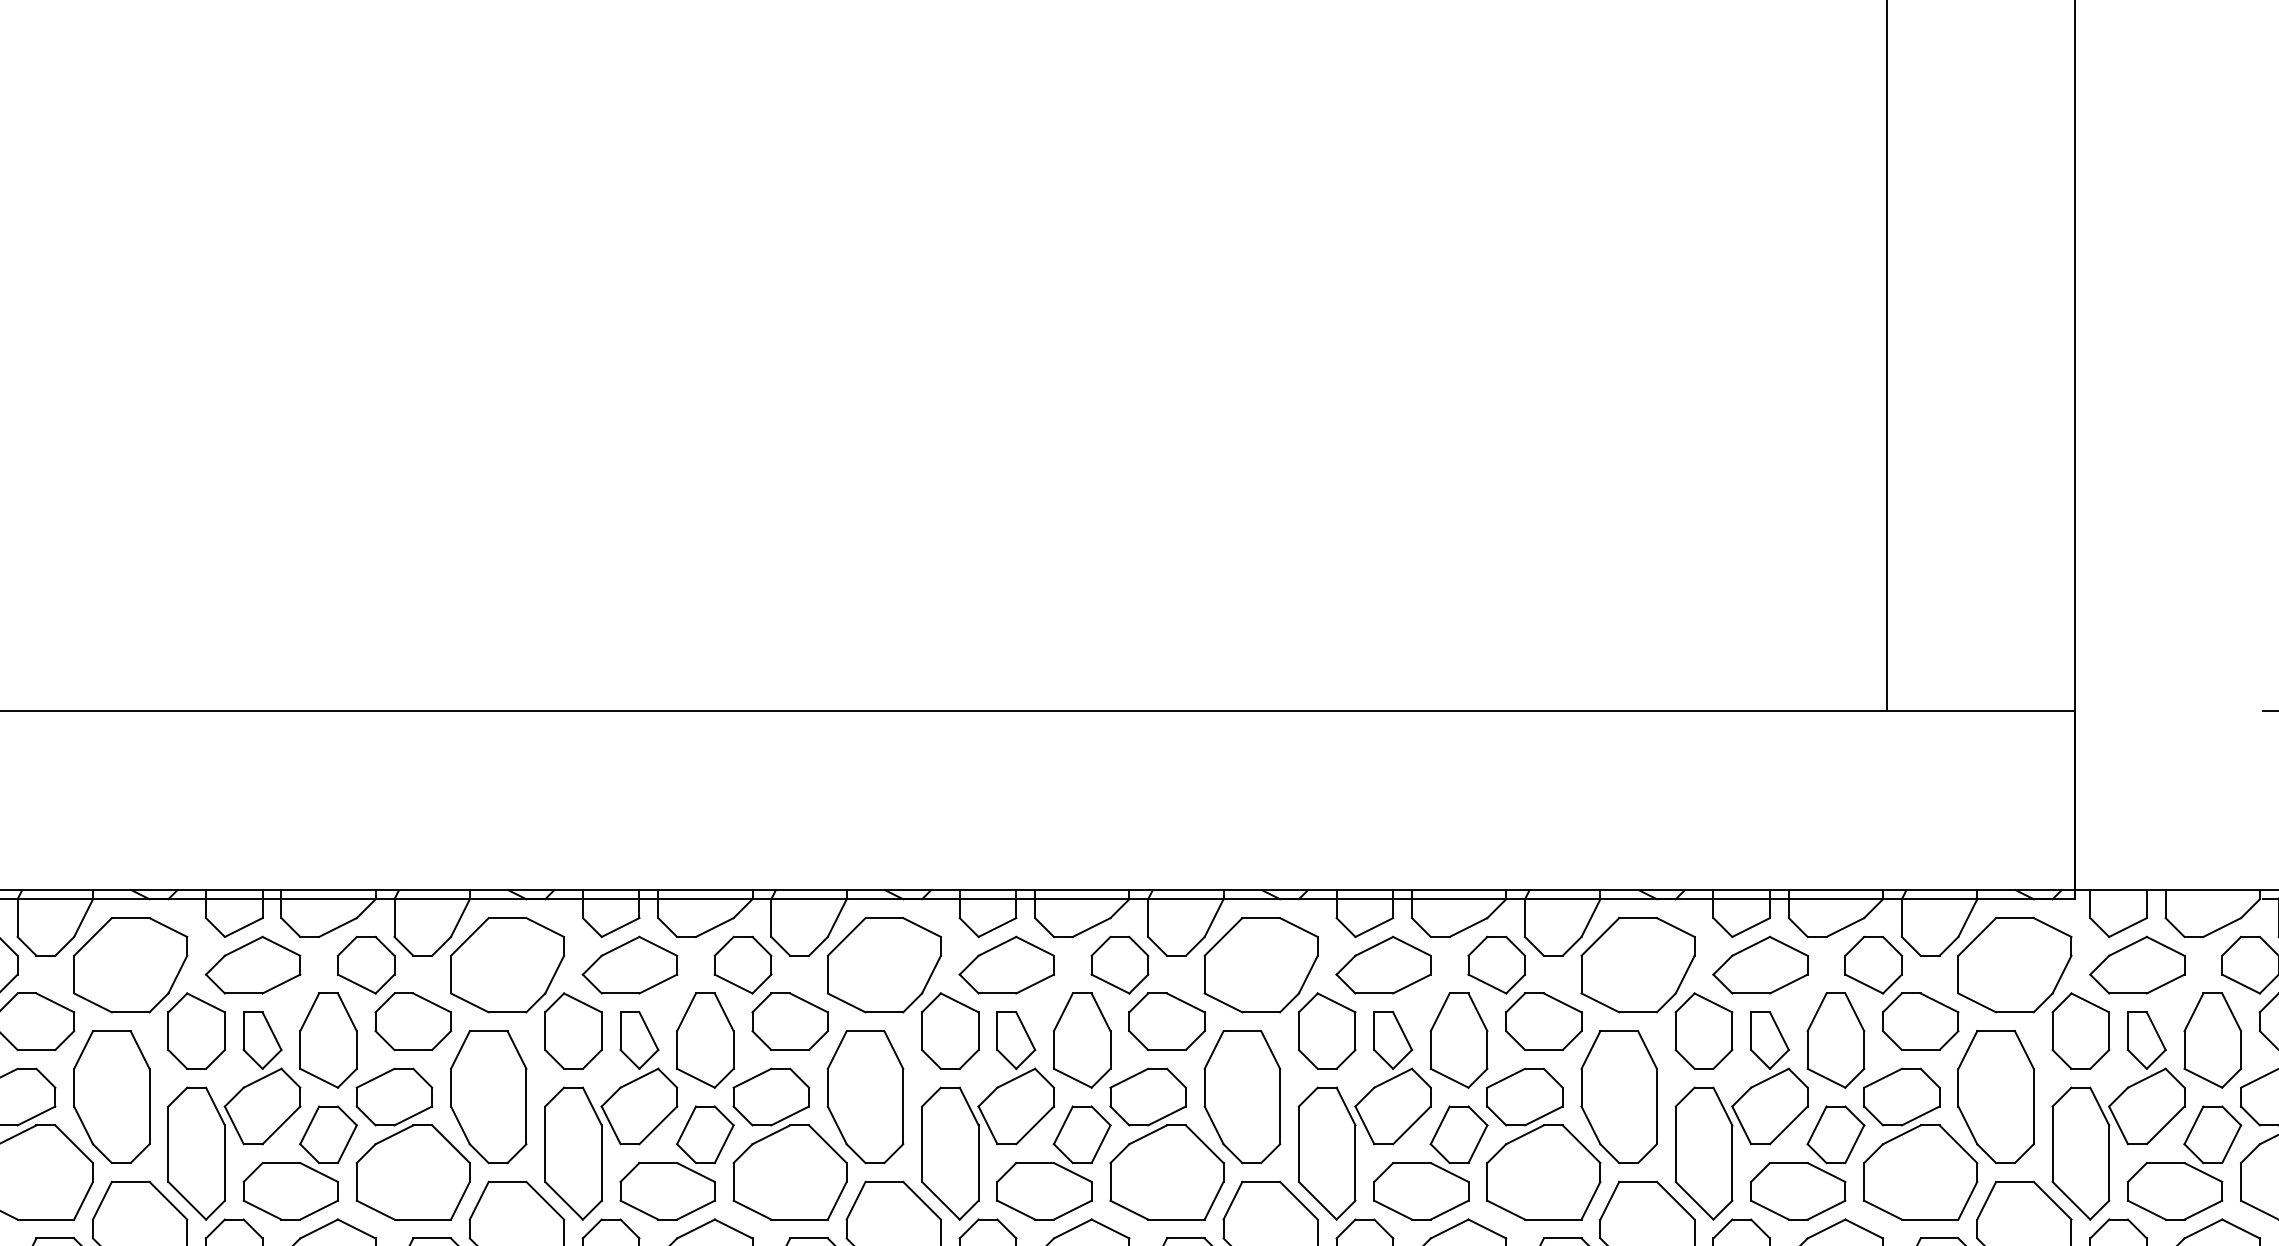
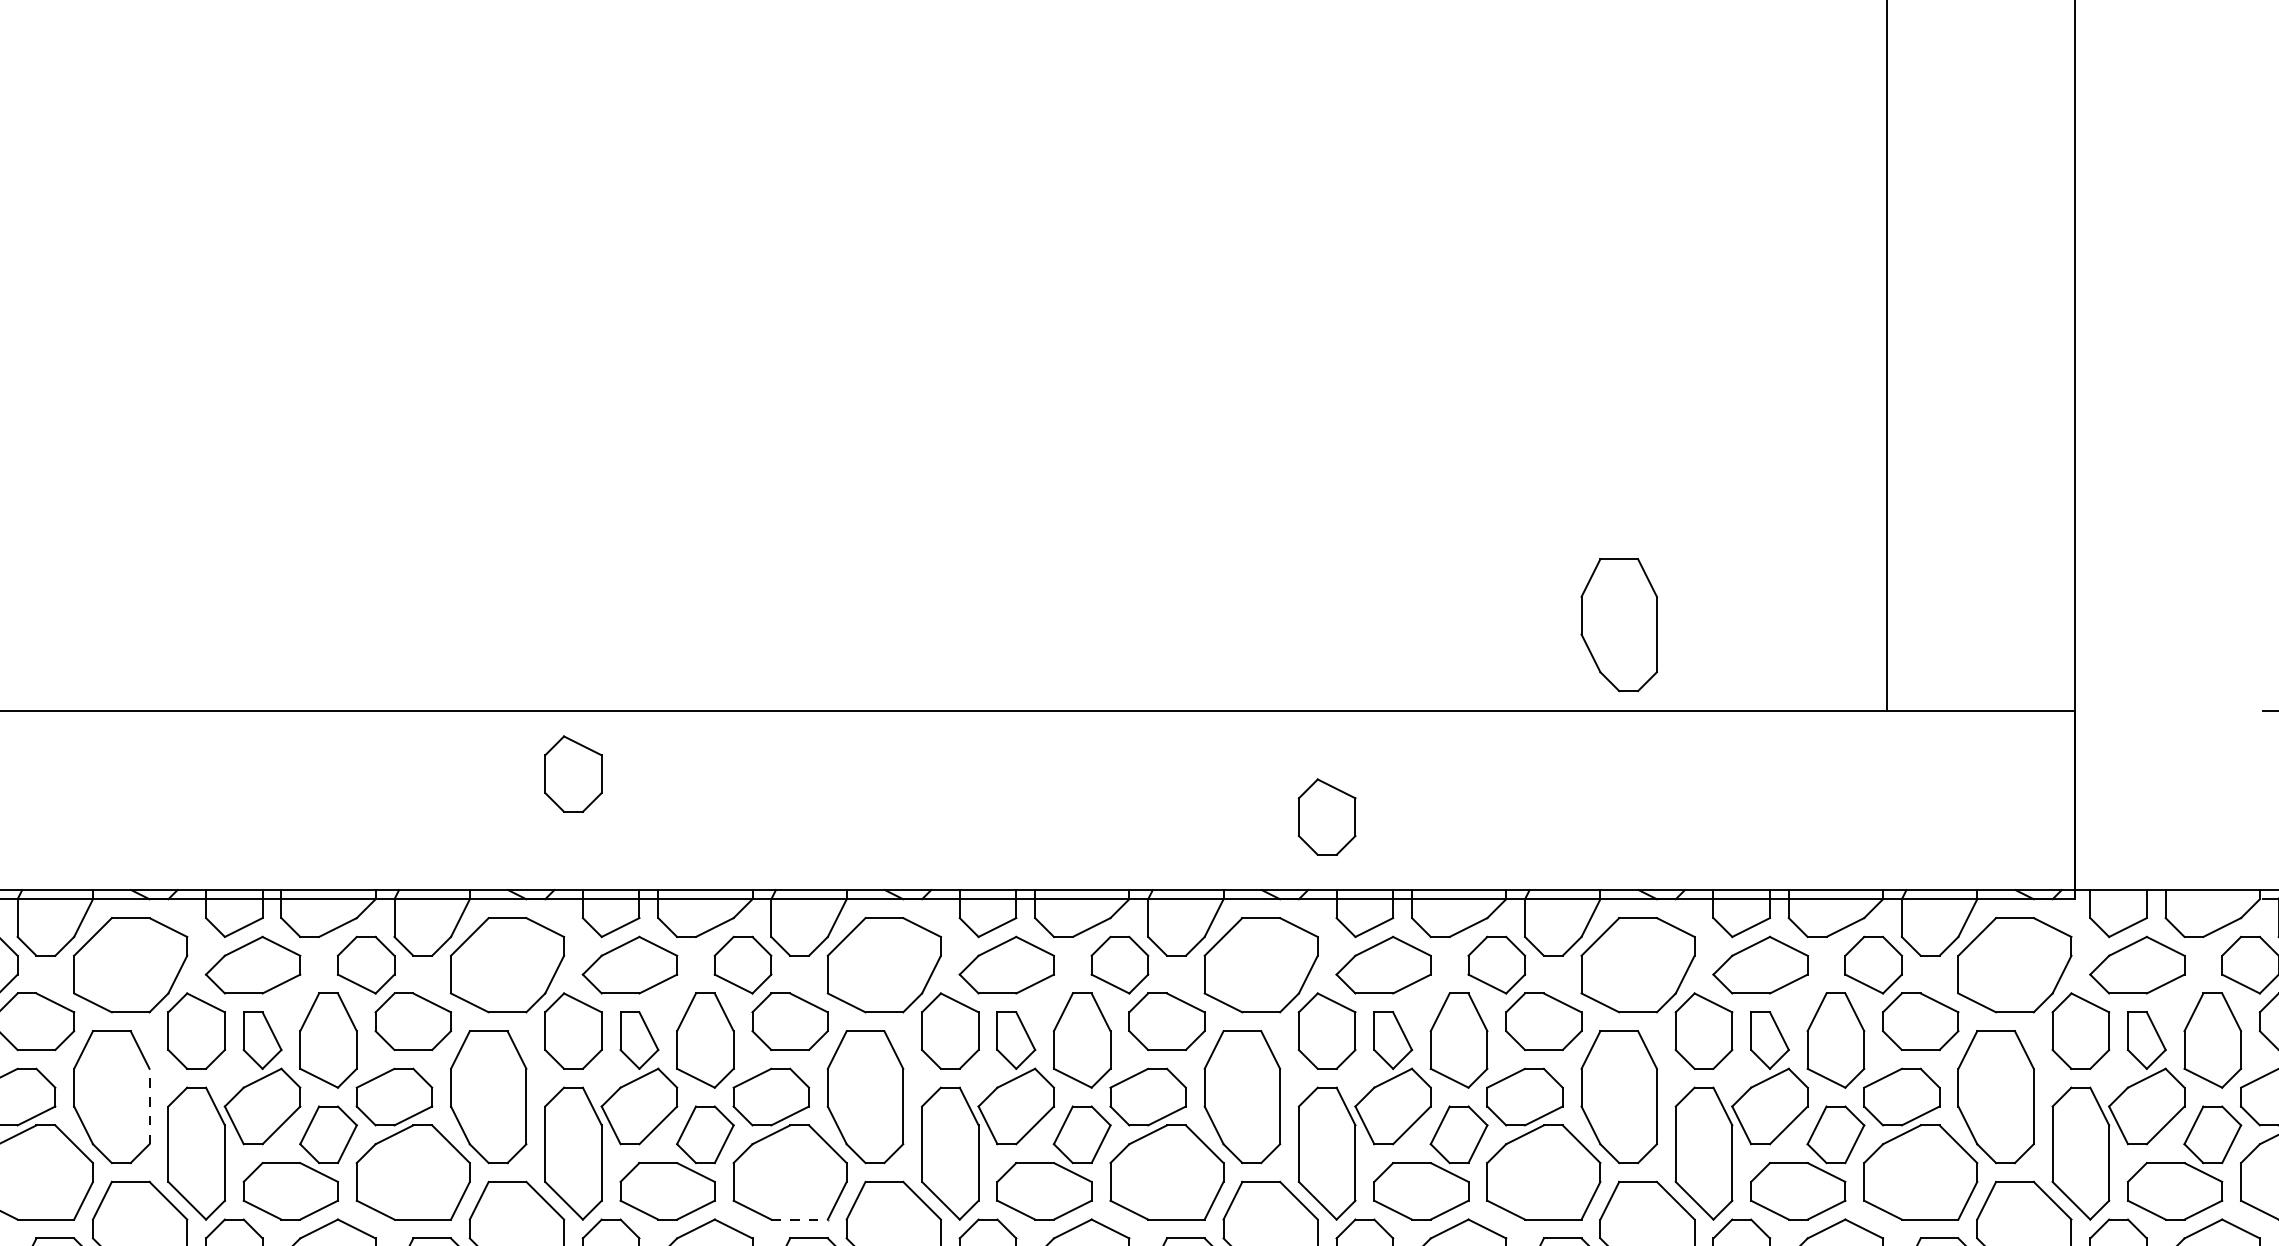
part at (1618, 625): none -> present
part at (573, 773): none -> present
part at (1326, 816): none -> present
line at (149, 1106): solid -> dashed
line at (800, 1219): solid -> dashed
